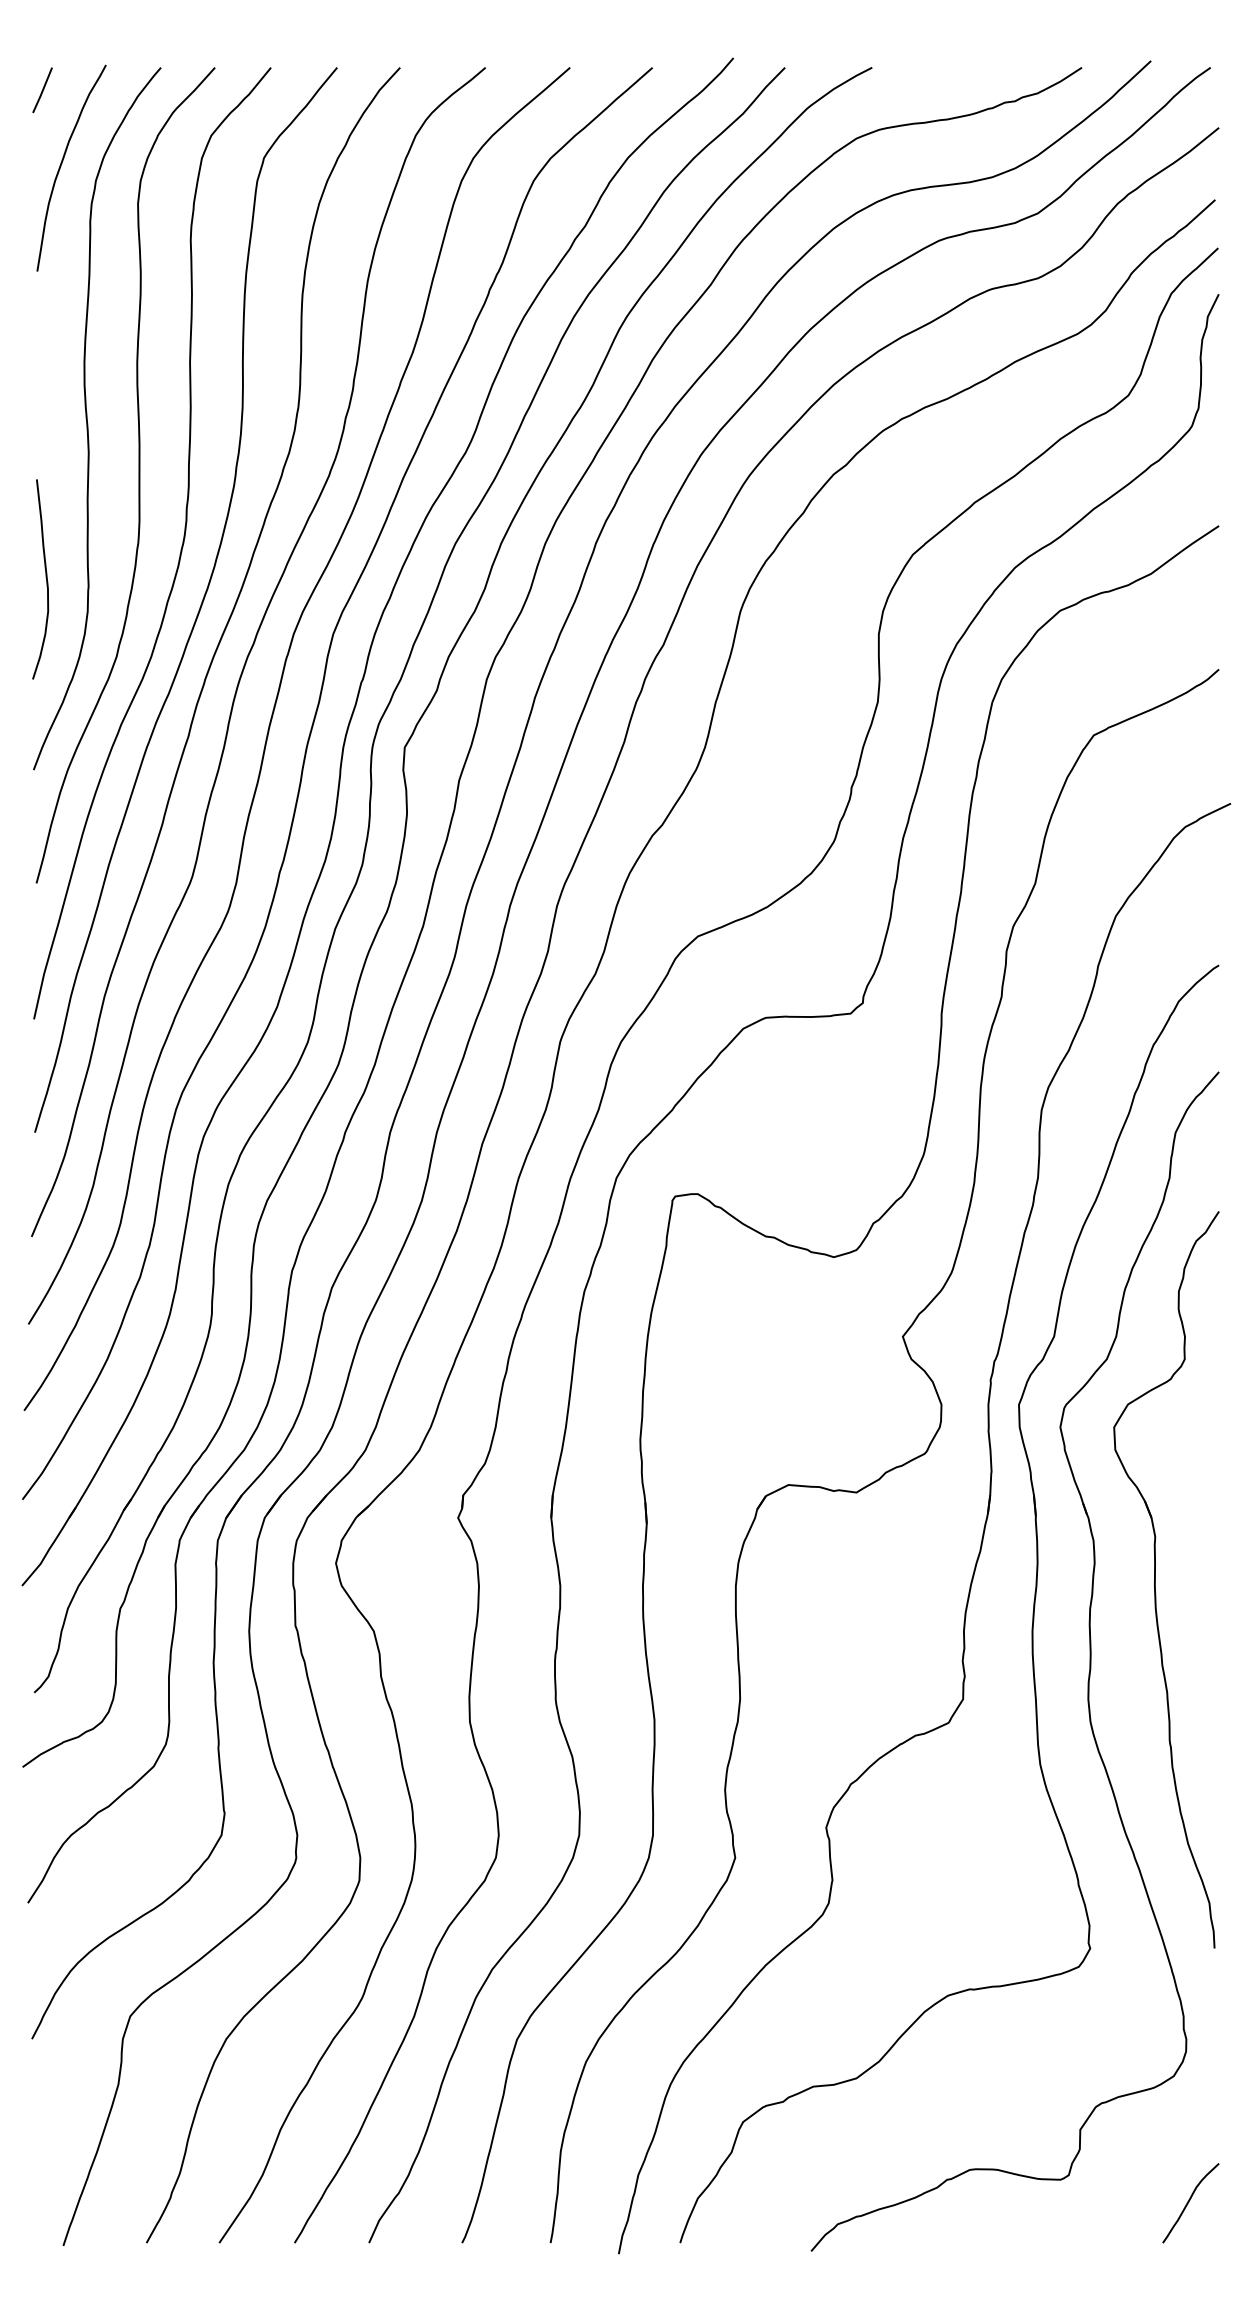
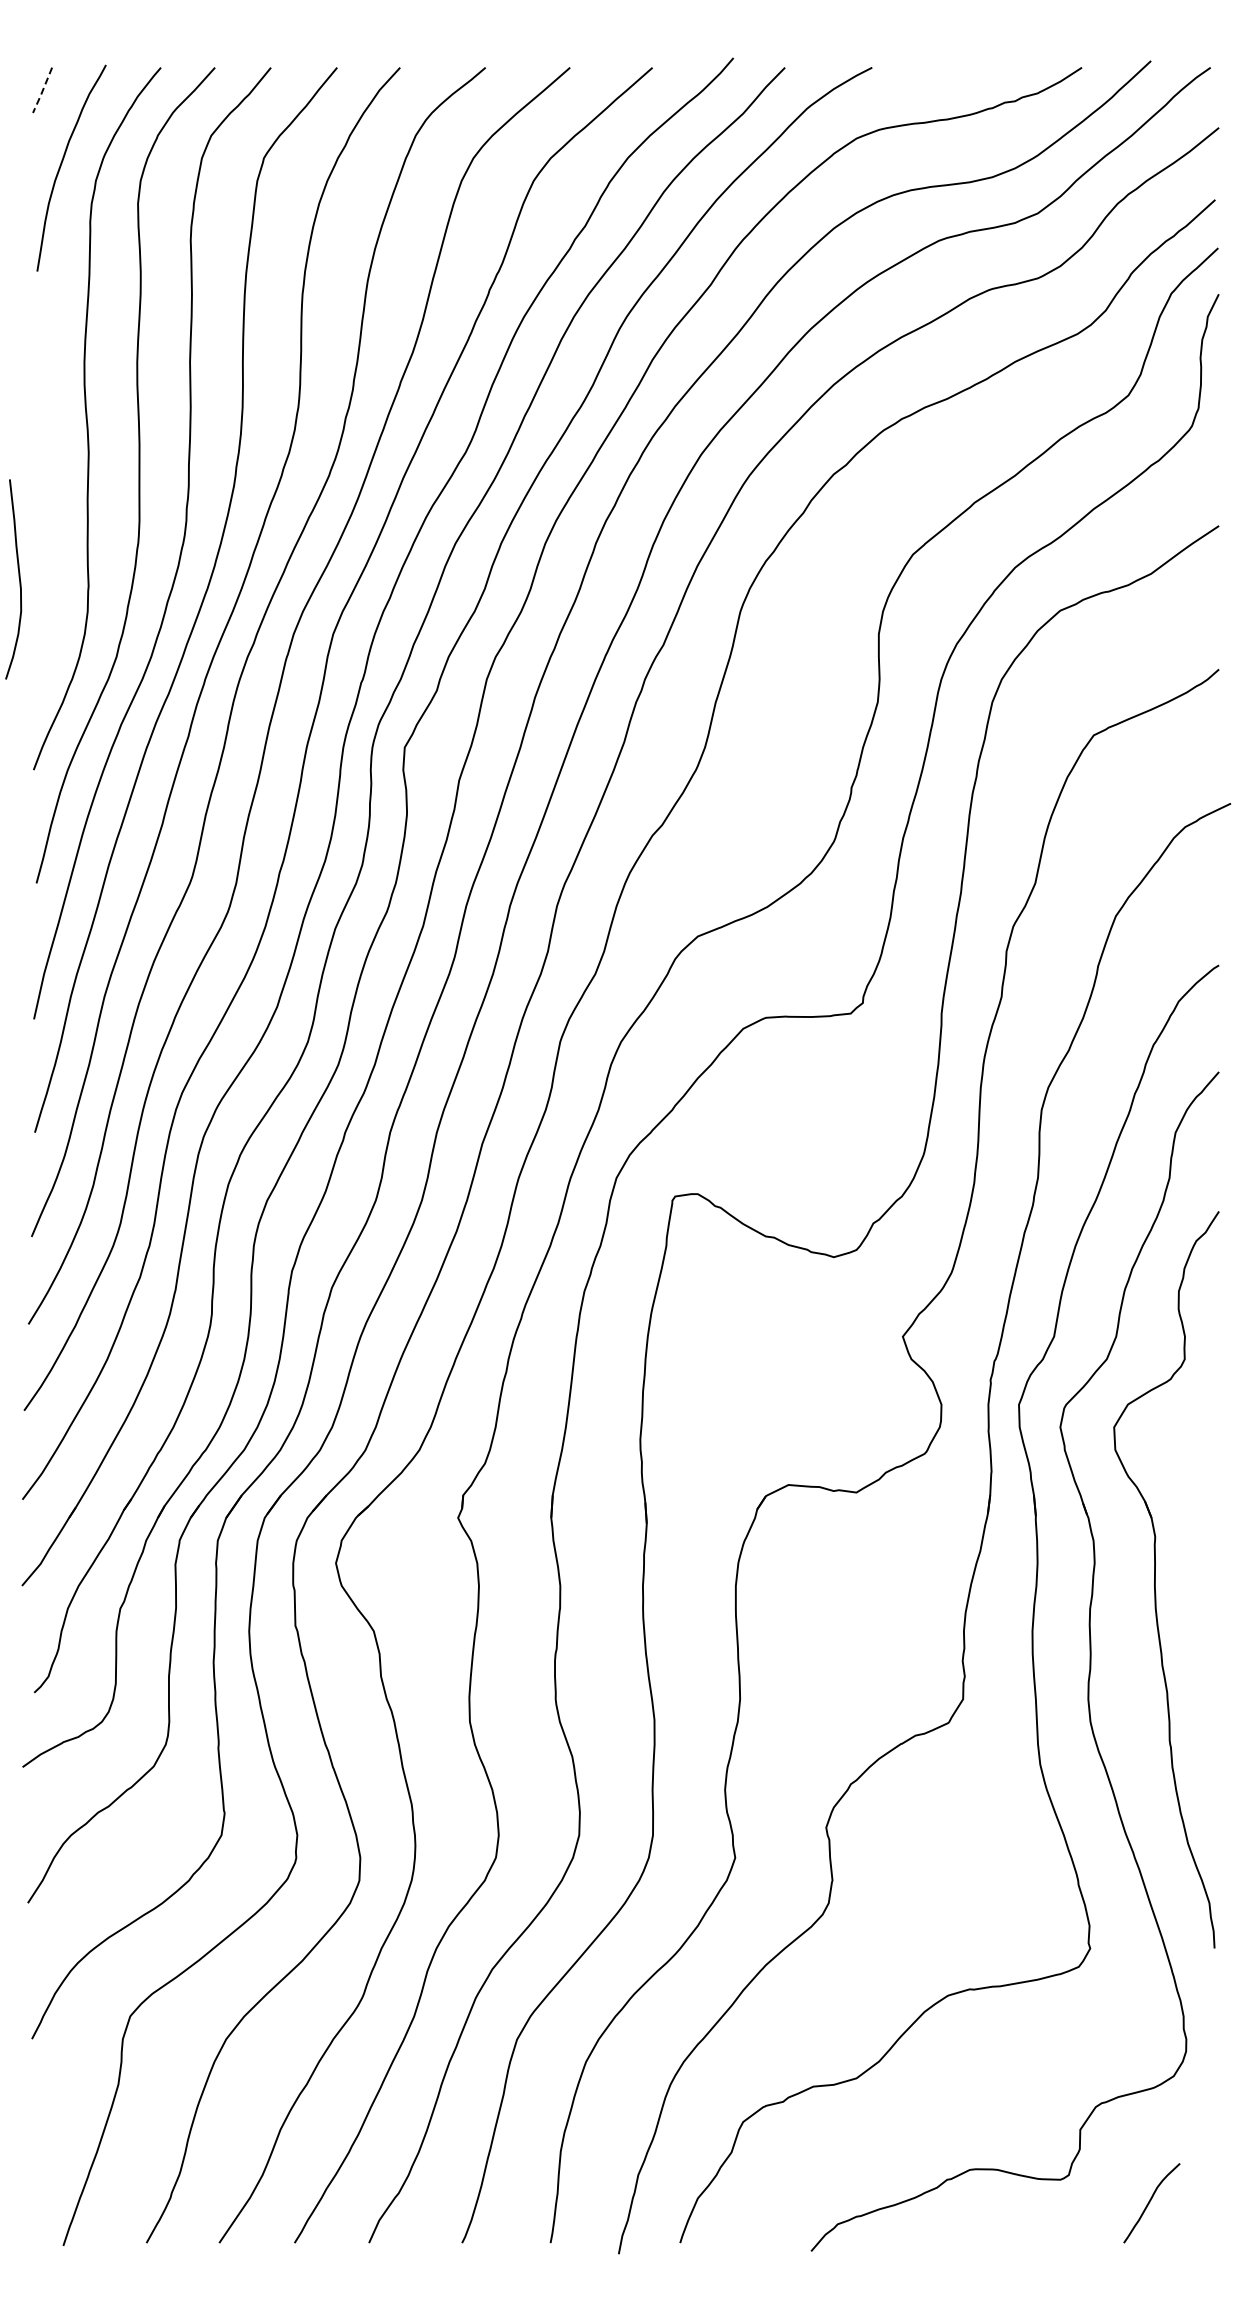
line at (42, 91): solid -> dashed
curve at (45, 577) position: (45, 577) -> (18, 577)
curve at (1189, 2202) position: (1189, 2202) -> (1150, 2202)
